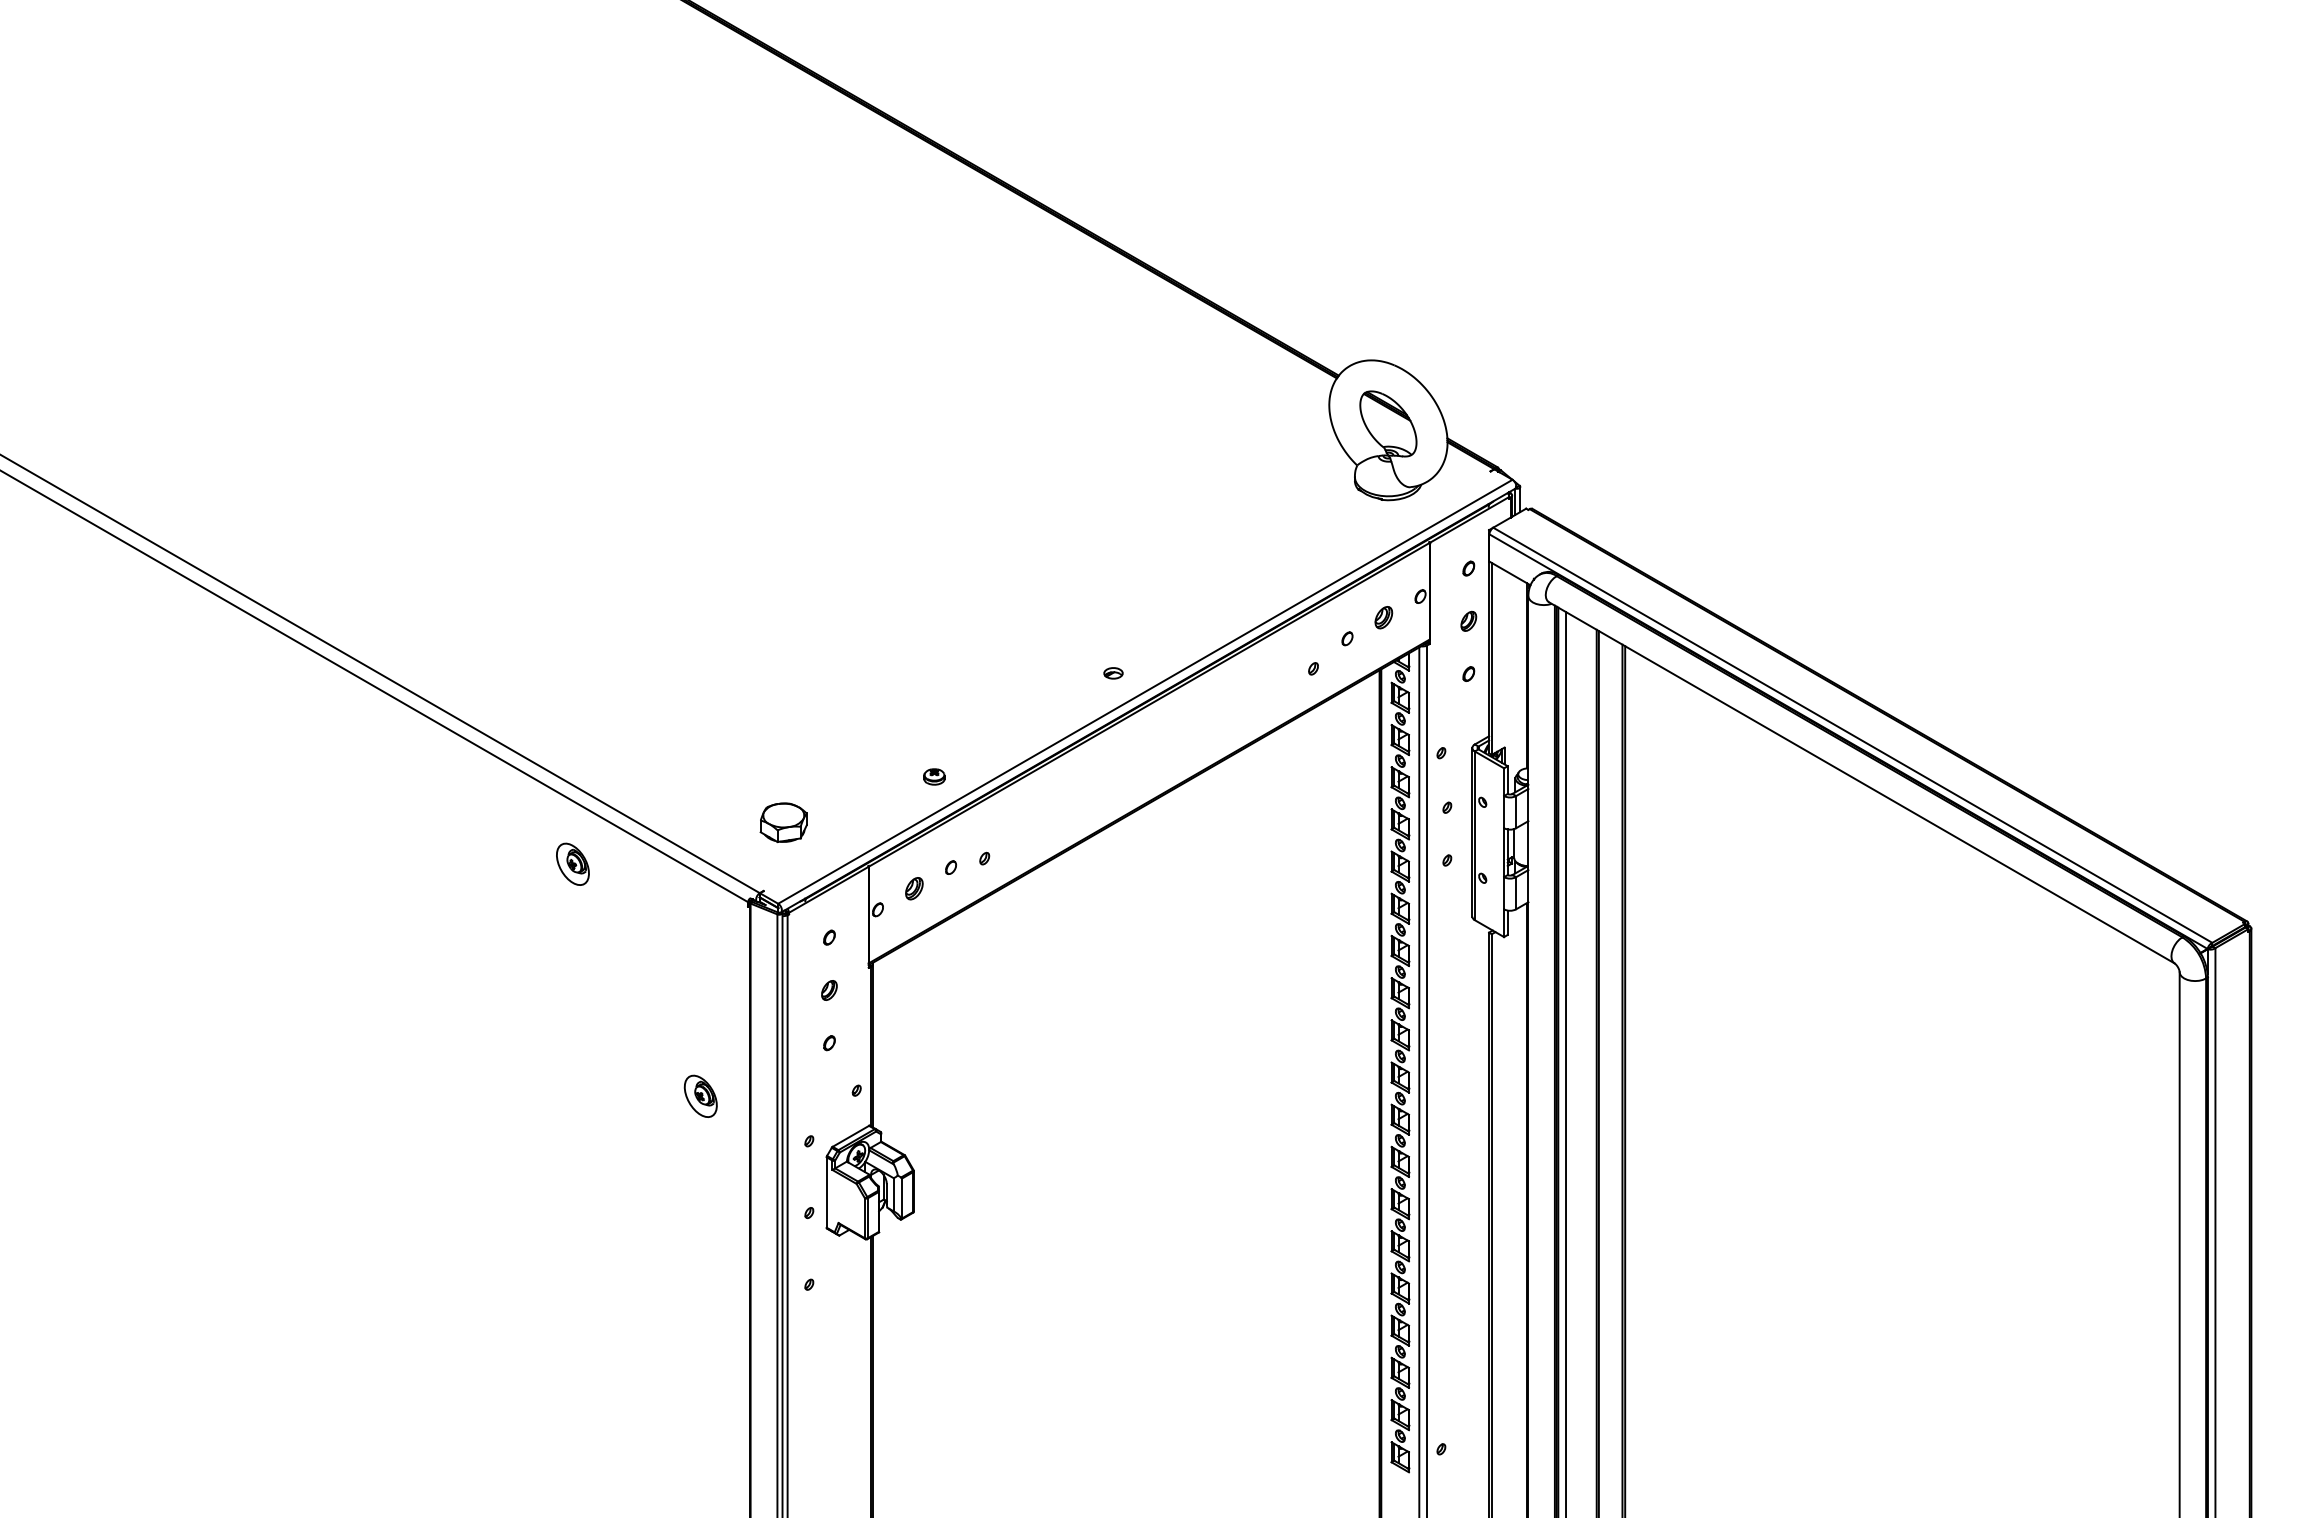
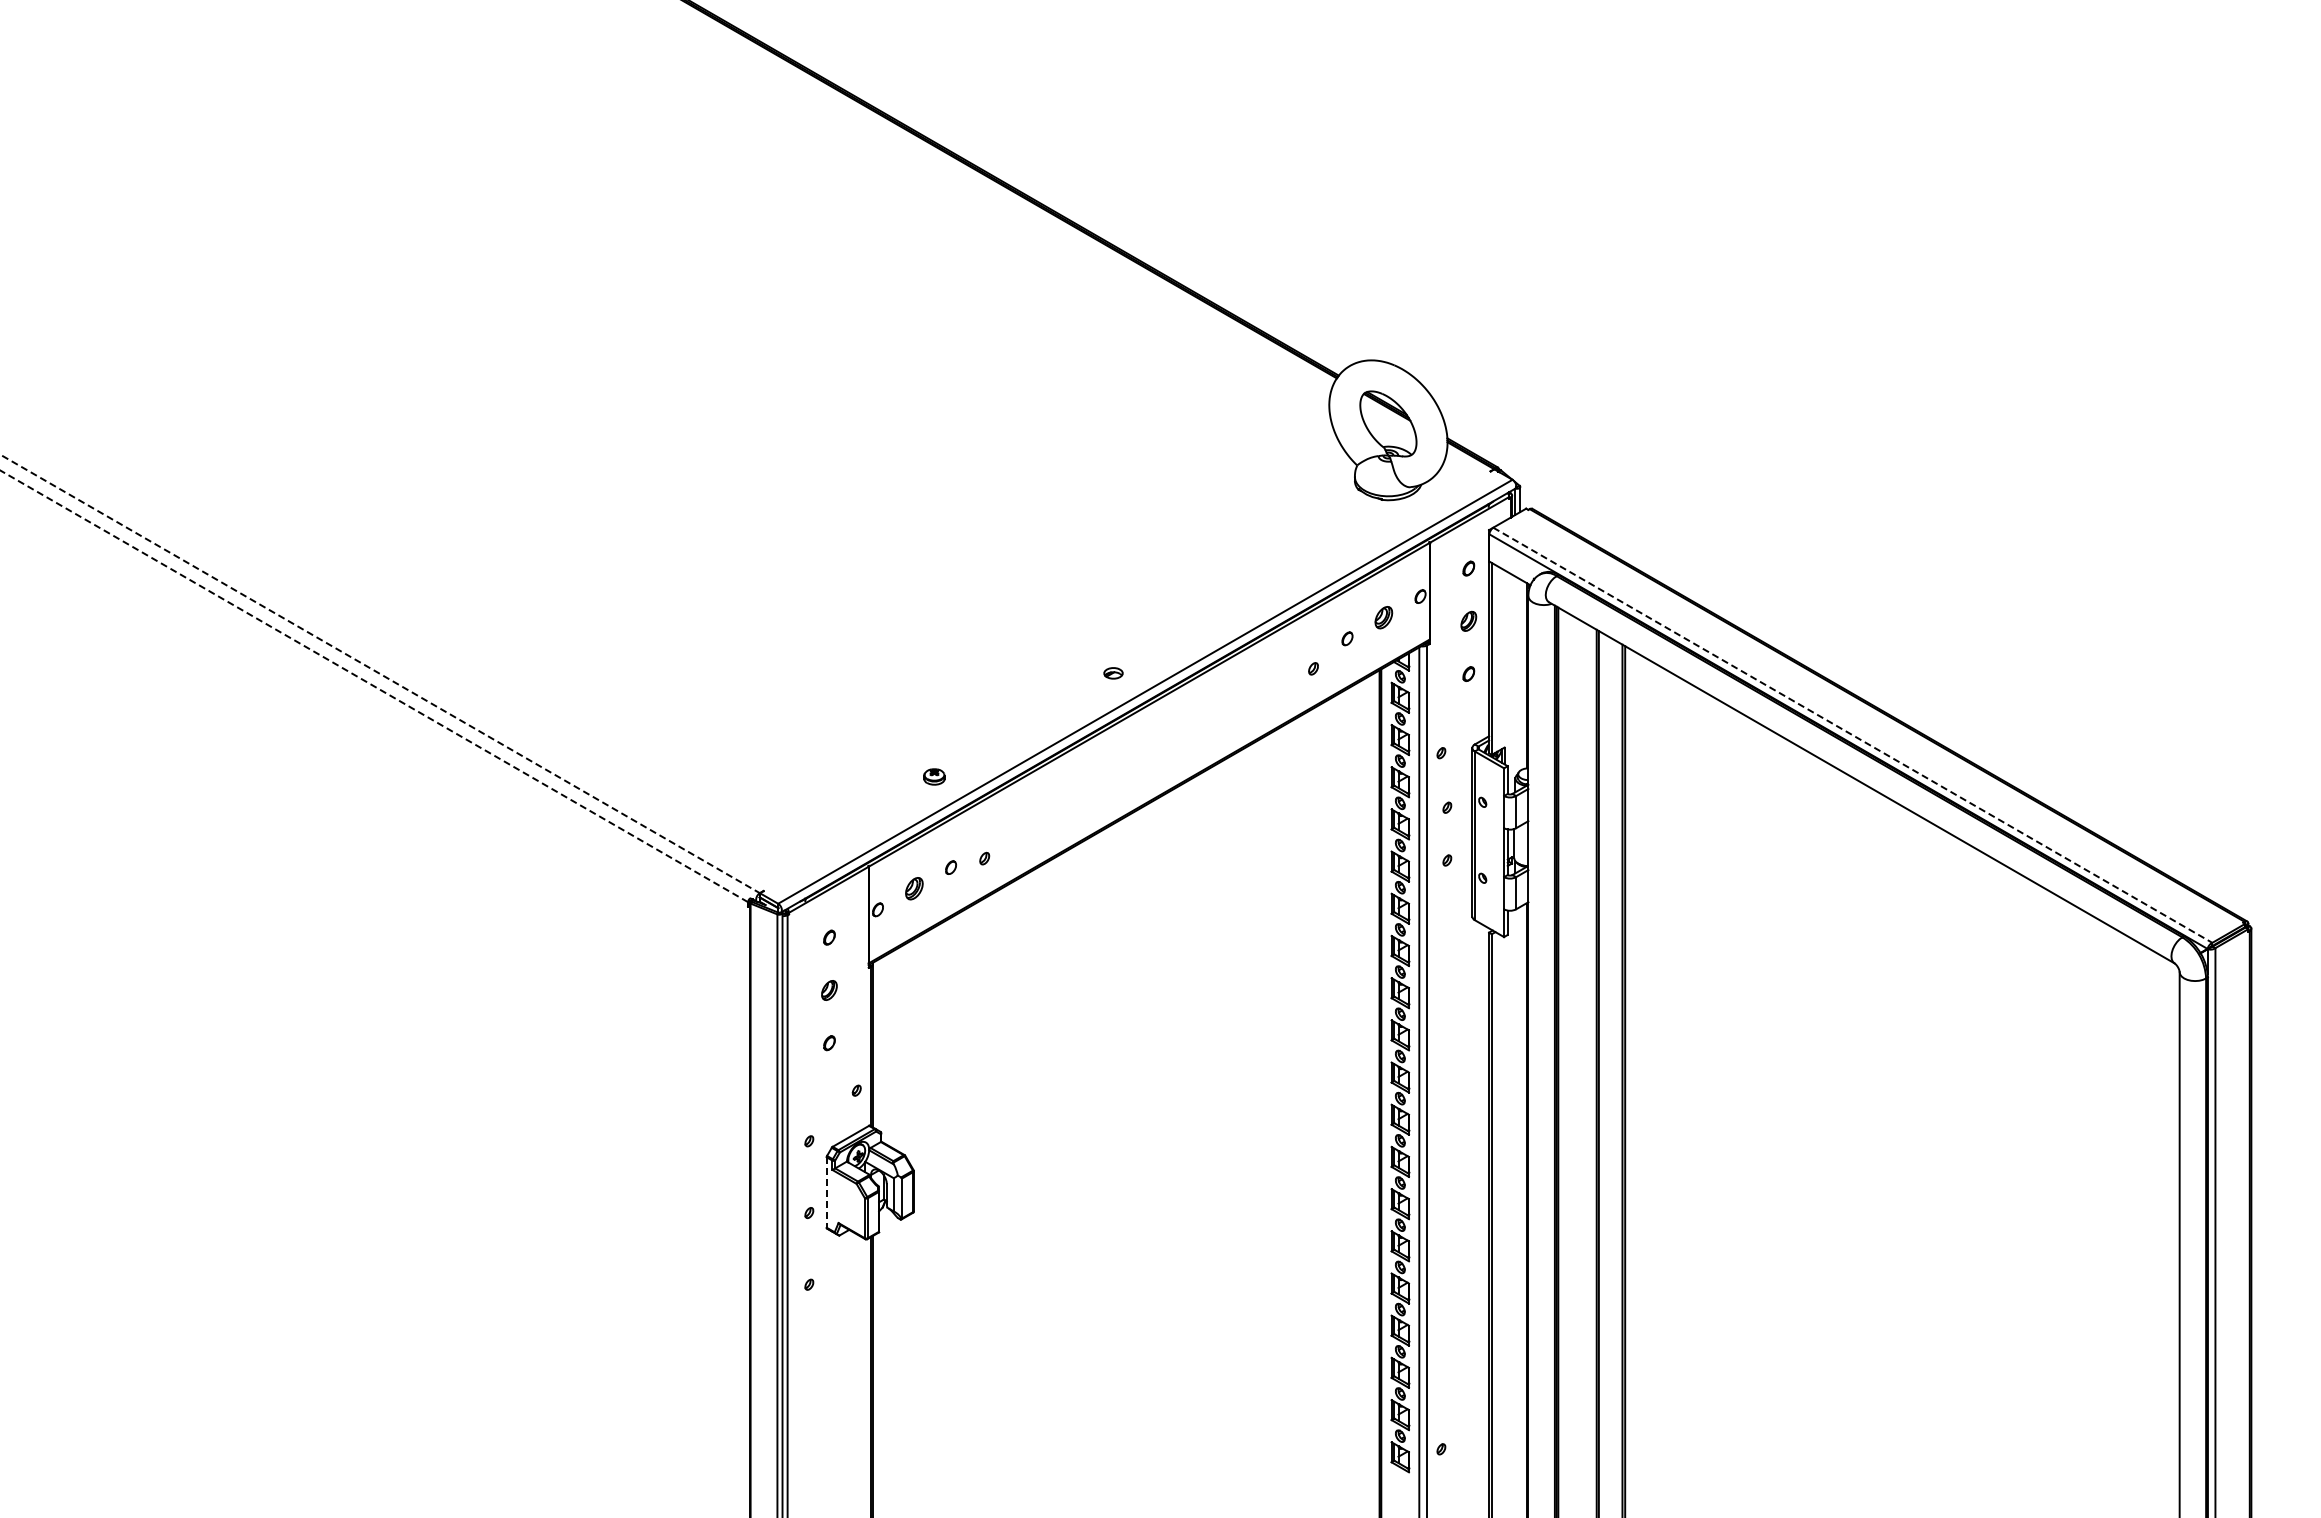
line at (380, 674): solid -> dashed
line at (374, 686): solid -> dashed
line at (1853, 735): solid -> dashed
part at (783, 822): present -> none
part at (572, 863): present -> none
line at (1566, 1063): present -> none
part at (700, 1095): present -> none
line at (826, 1192): solid -> dashed
